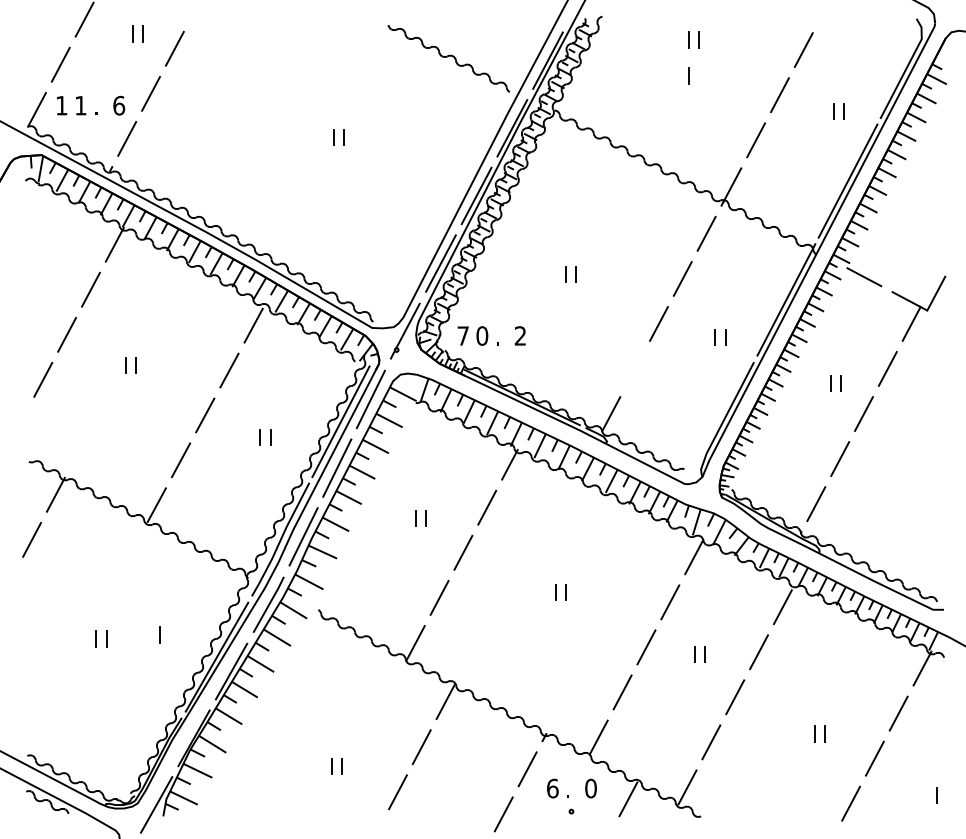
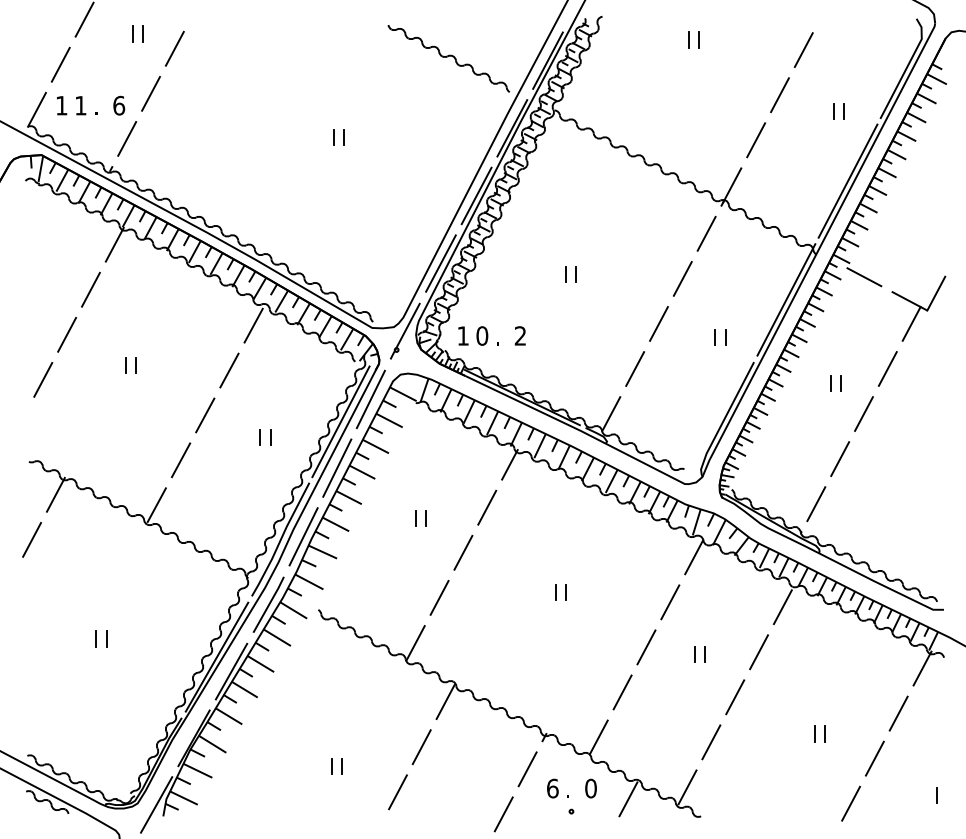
line at (688, 75): present -> none
text at (462, 335): 7 -> 1
line at (635, 368): none -> present
line at (159, 634): present -> none
